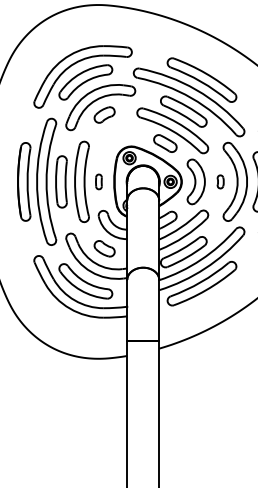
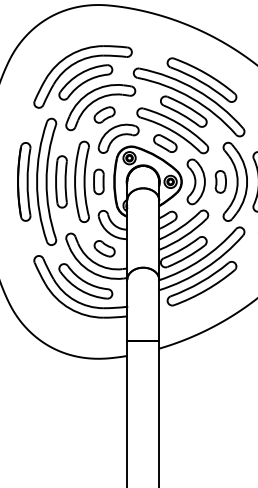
part at (118, 138): none -> present
part at (98, 181) size: 8x18 px -> 12x28 px
part at (220, 181) size: 9x16 px -> 13x24 px
